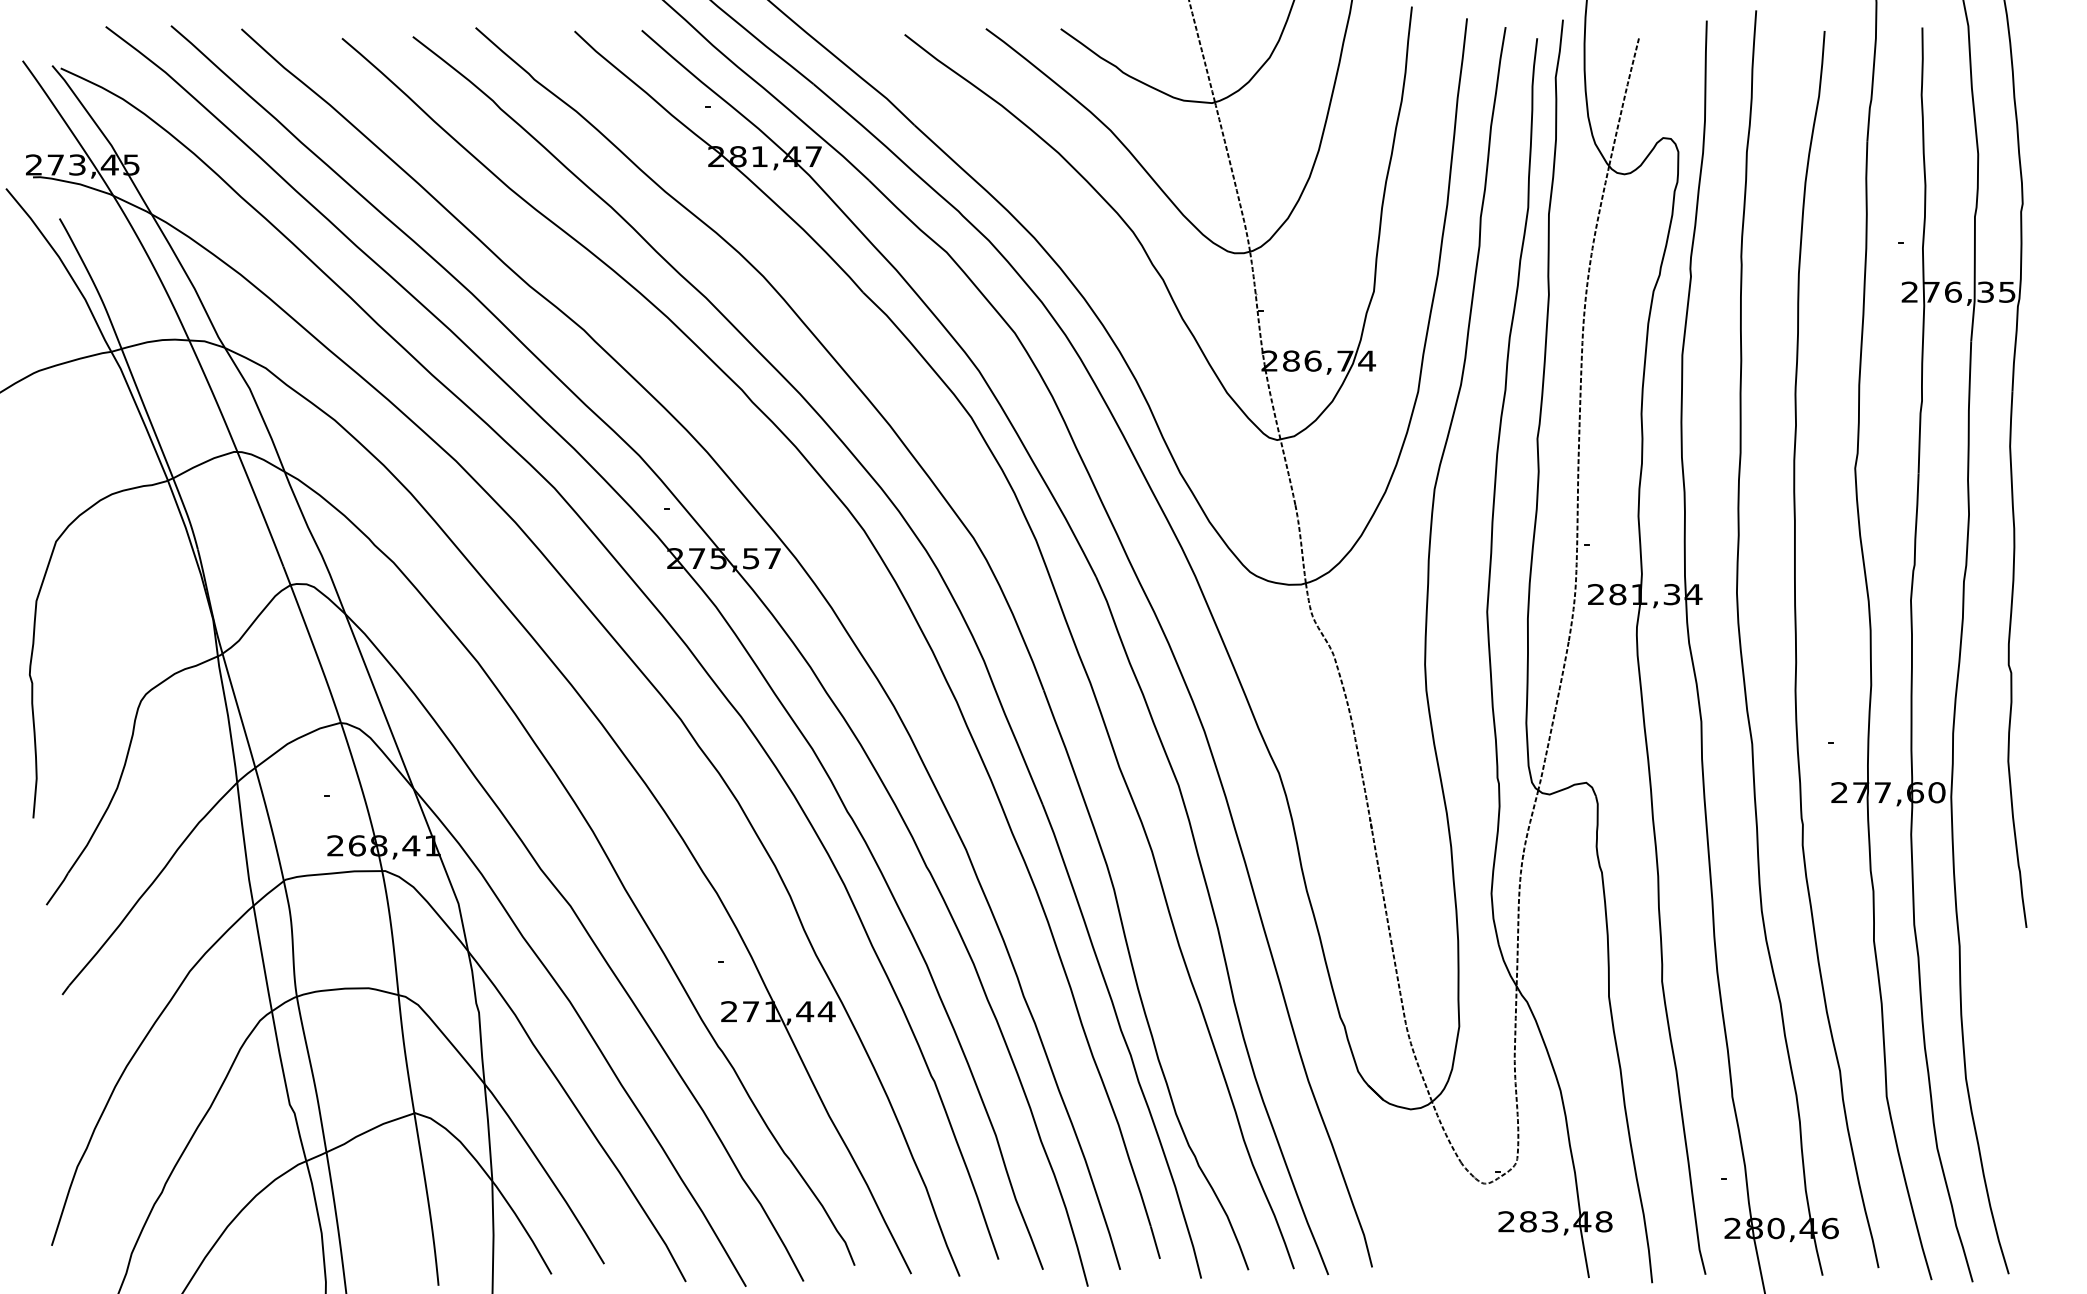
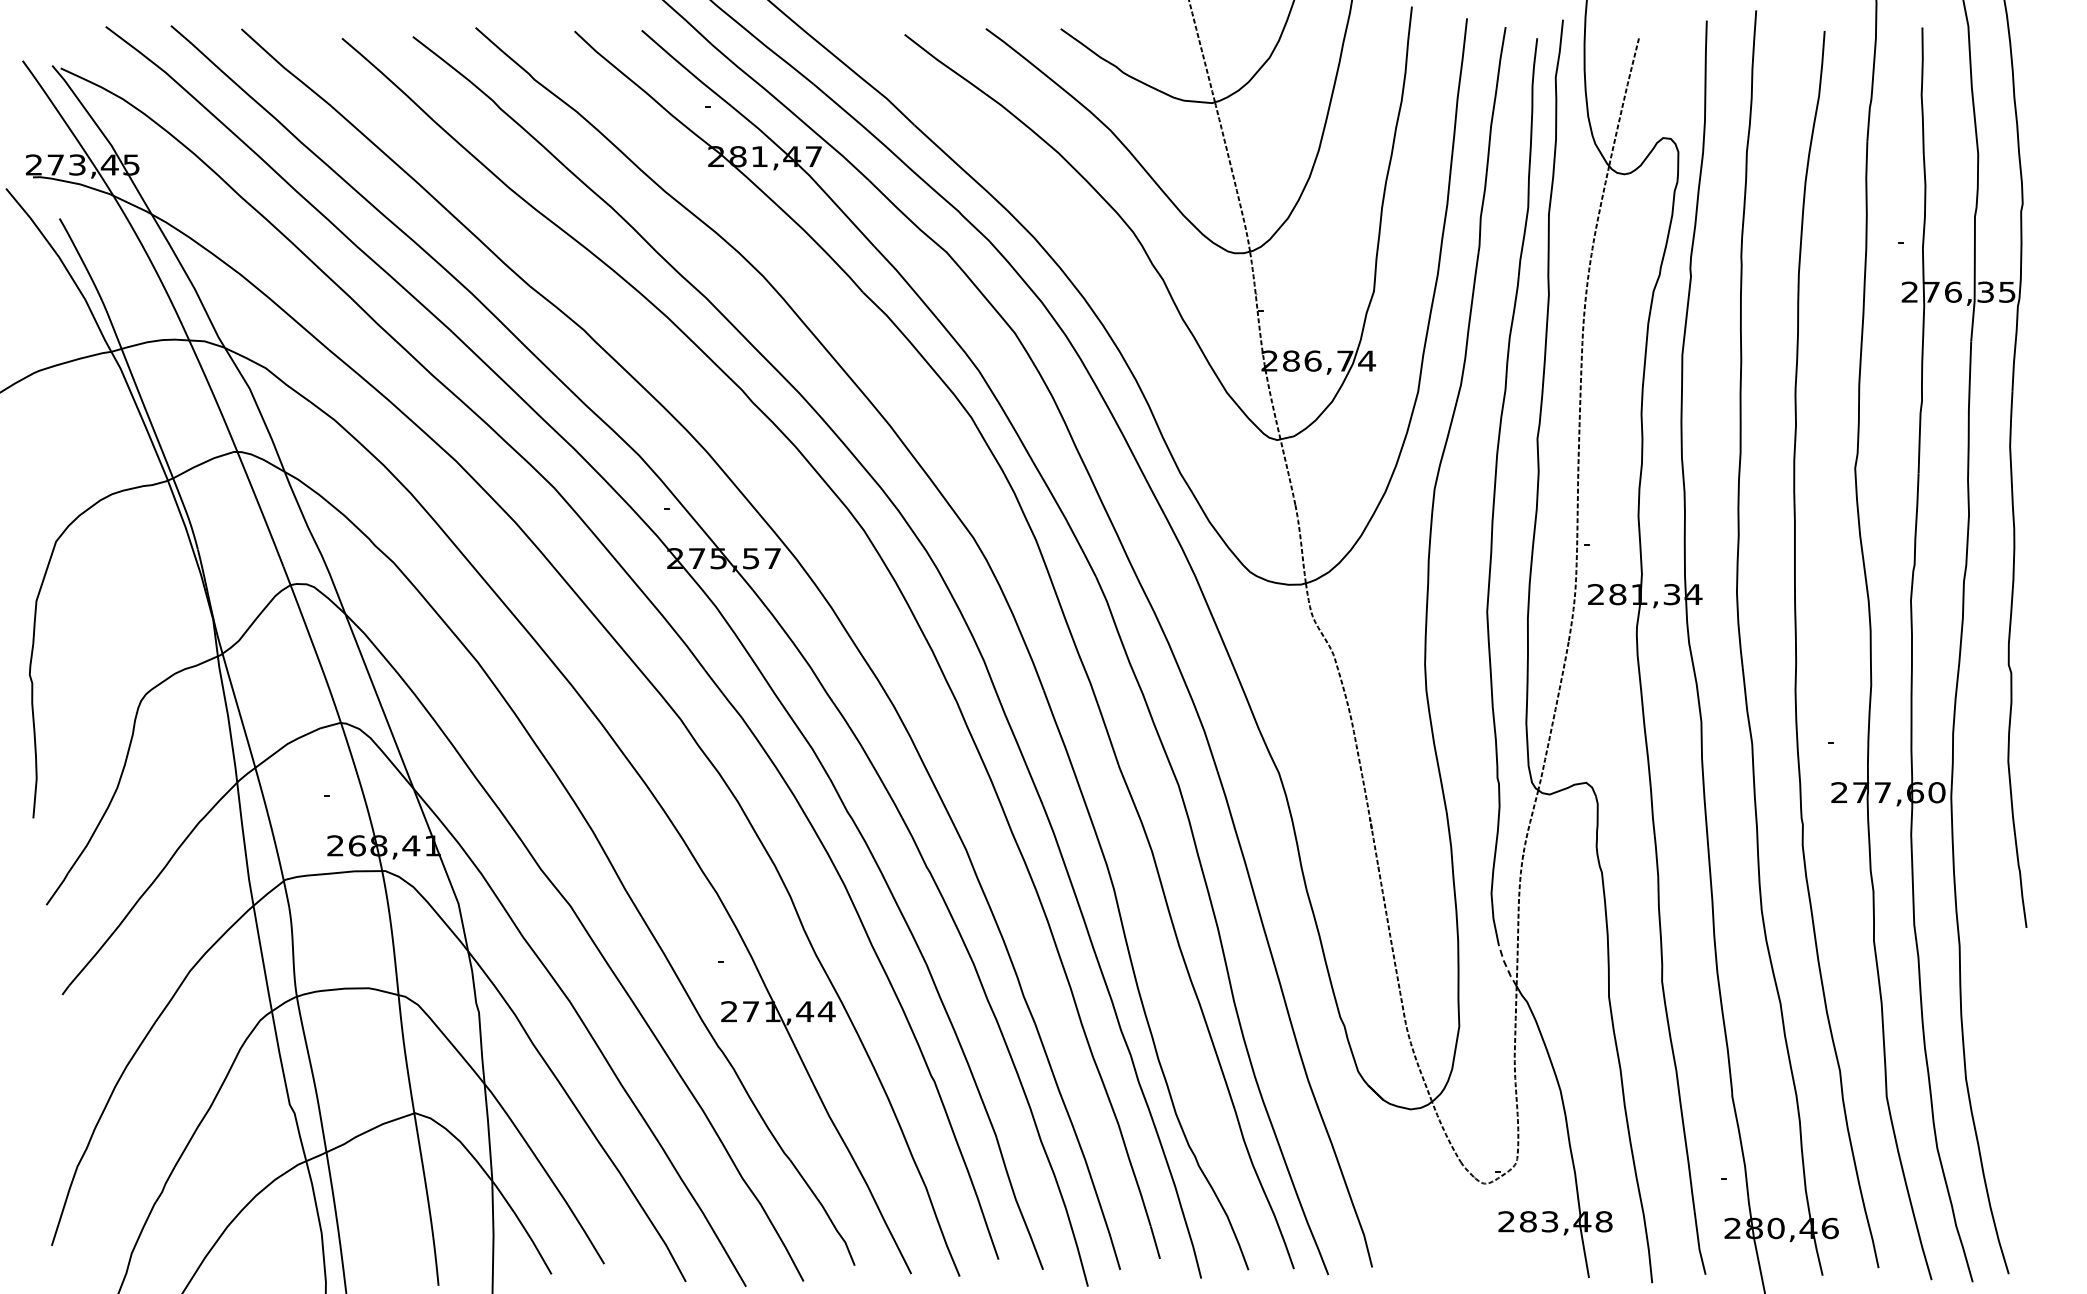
line at (1506, 965): solid -> dashed
